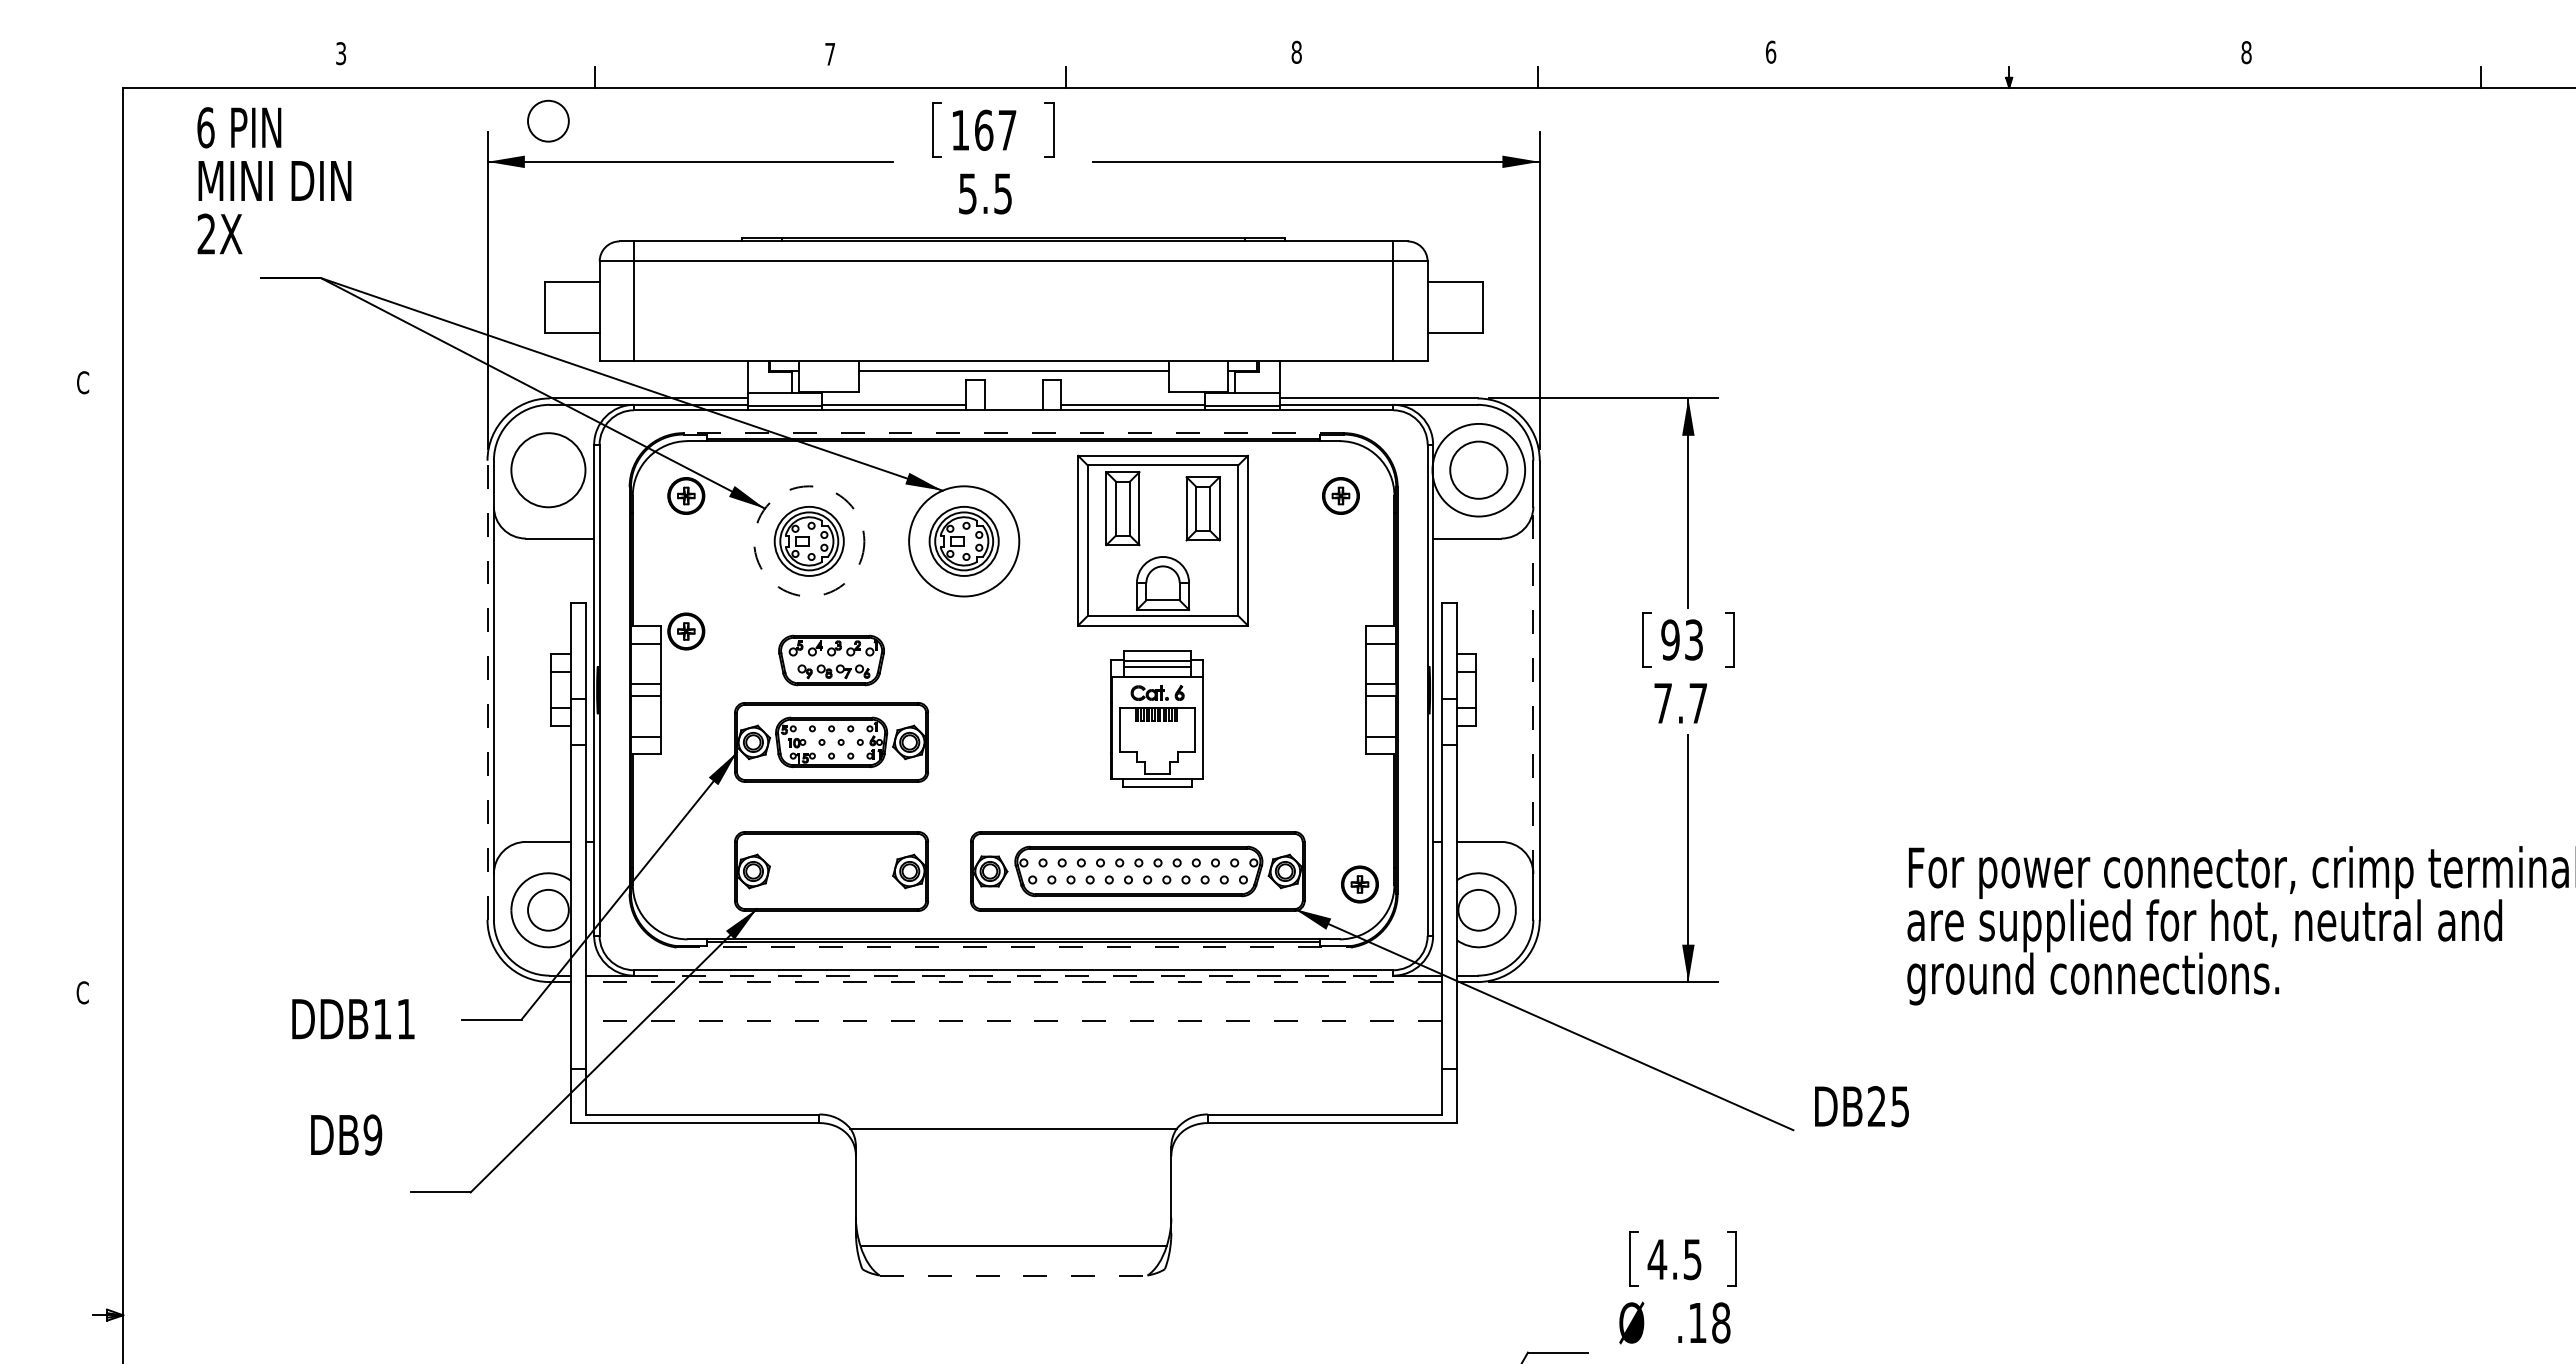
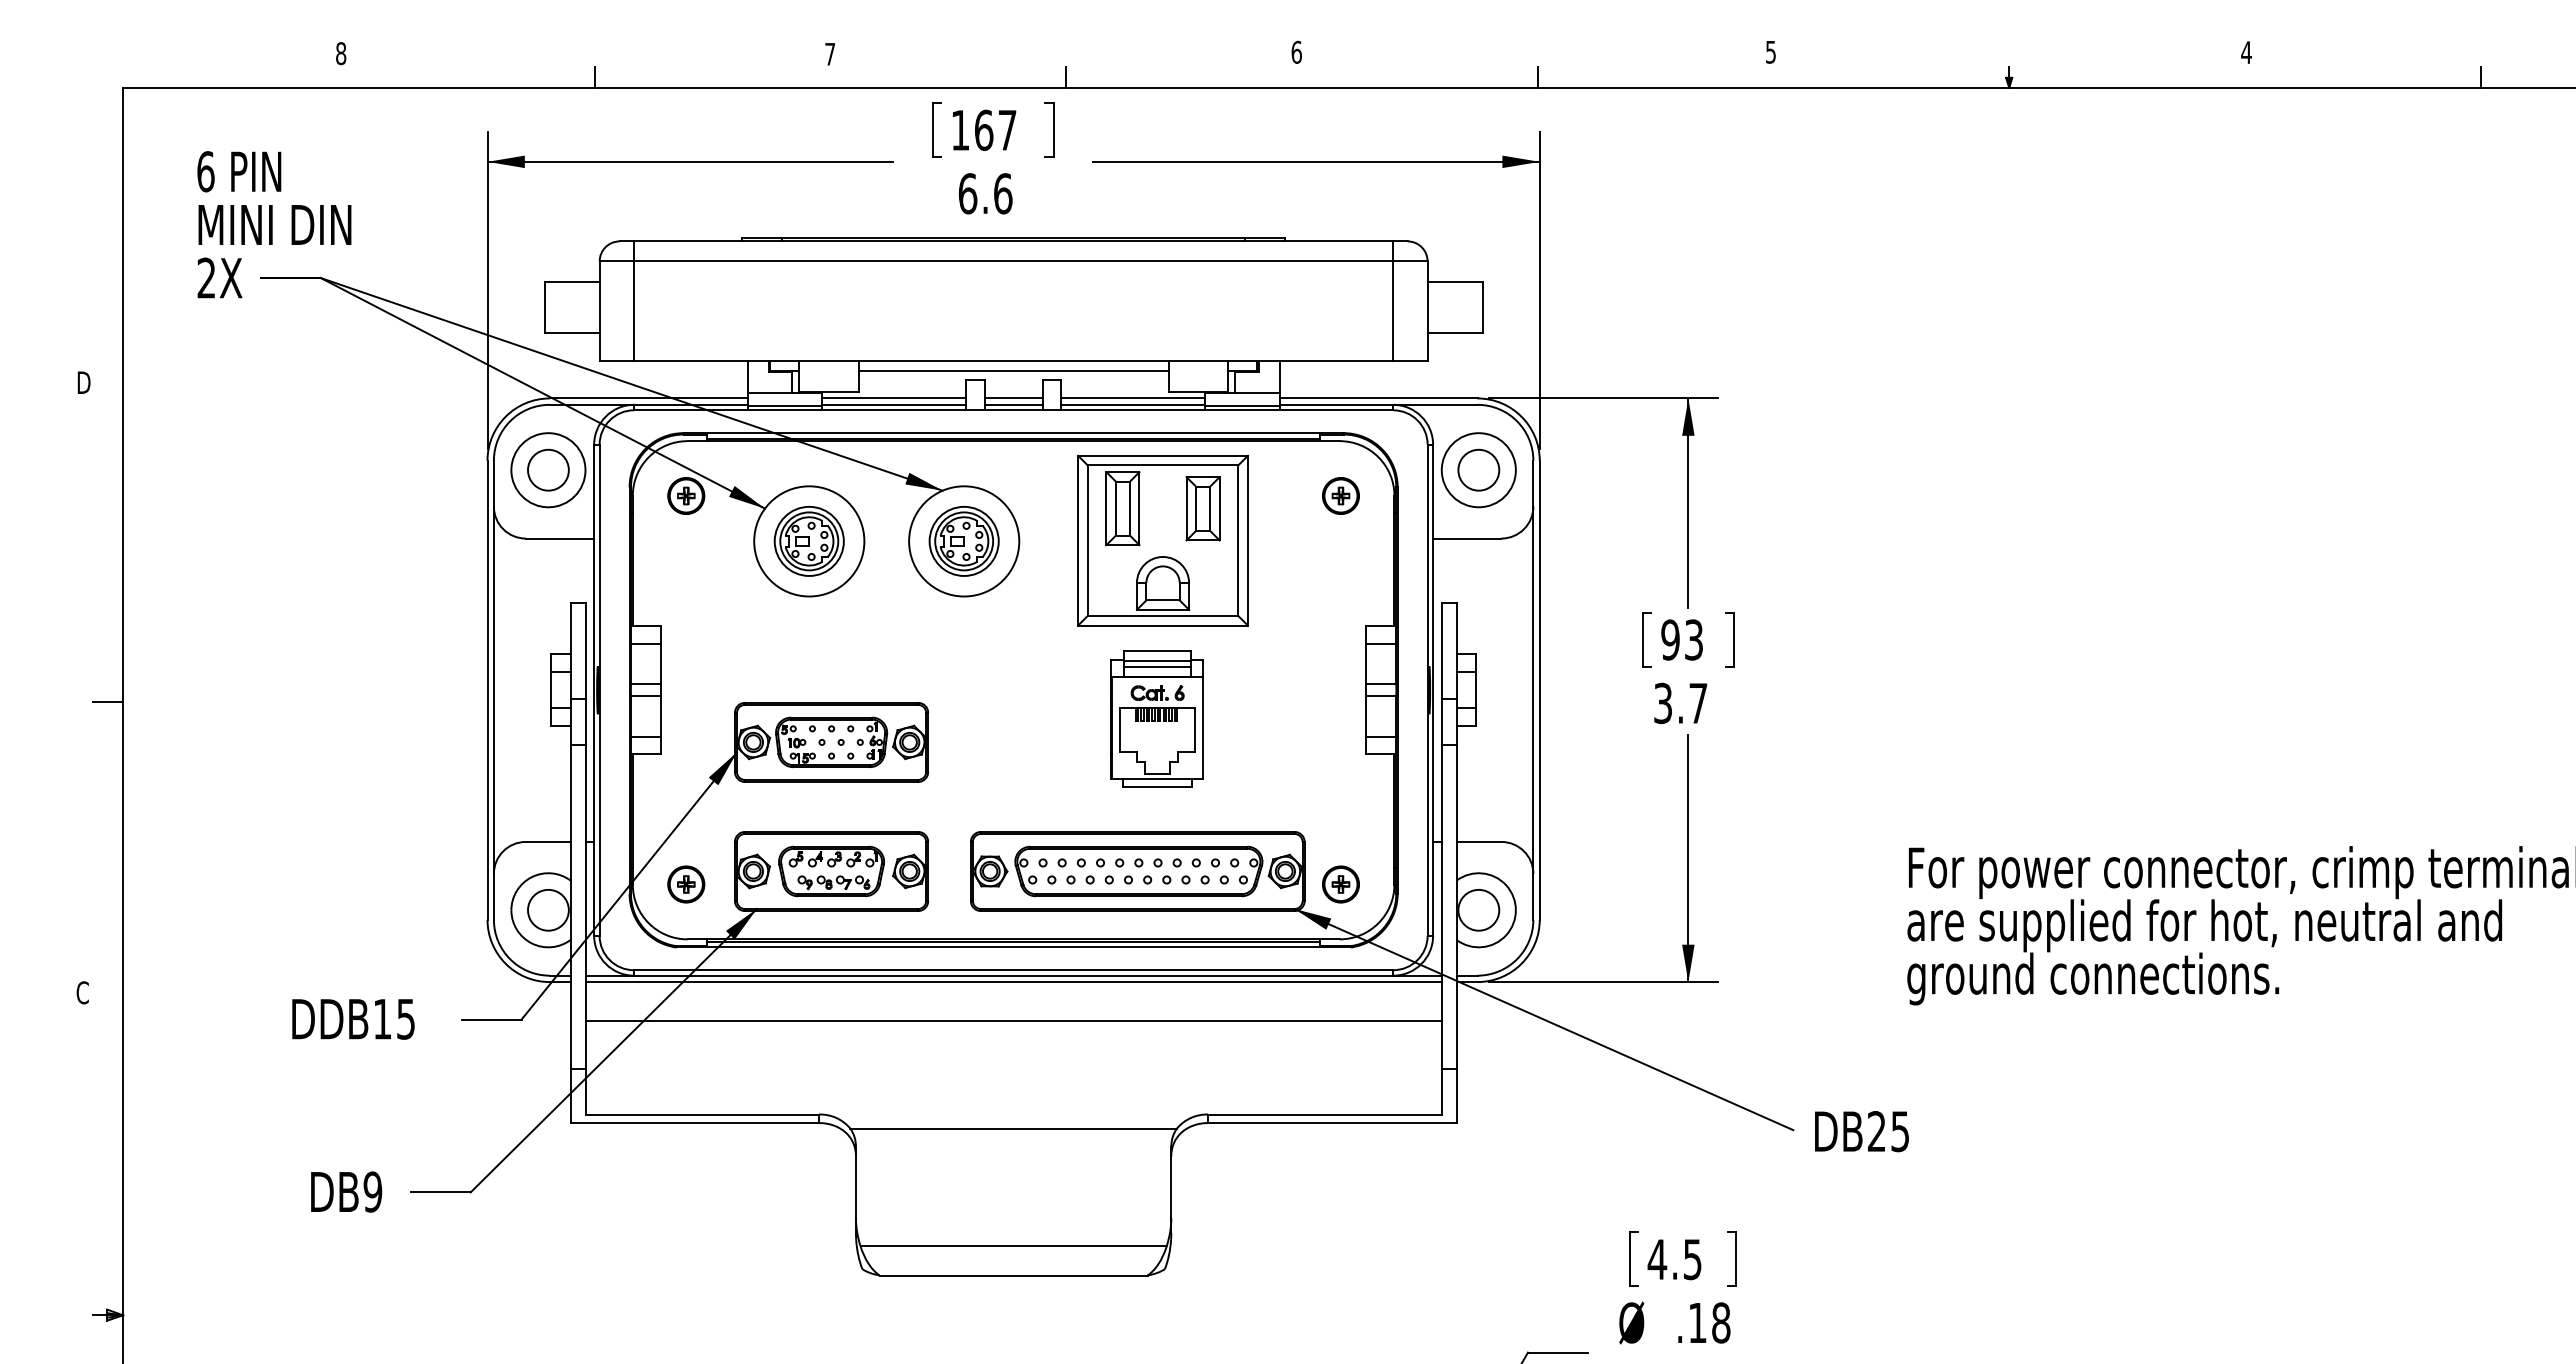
text at (1296, 51): 8 -> 6
text at (1770, 51): 6 -> 5
text at (2246, 52): 8 -> 4
text at (341, 53): 3 -> 8
circle at (548, 120) position: (548, 120) -> (548, 469)
text at (274, 180) position: (274, 180) -> (274, 224)
text at (985, 193): 5.5 -> 6.6
text at (83, 382): C -> D
line at (893, 398): none -> present
line at (1013, 398): none -> present
line at (1133, 398): none -> present
line at (1013, 404): none -> present
line at (1013, 433): dashed -> solid
circle at (1478, 469) diameter: 57 px -> 41 px
circle at (1478, 469) diameter: 93 px -> 74 px
circle at (809, 541): dashed -> solid
part at (686, 631) position: (686, 631) -> (686, 884)
part at (831, 660) position: (831, 660) -> (831, 871)
line at (487, 690): dashed -> solid
line at (1533, 690): dashed -> solid
line at (108, 701): none -> present
text at (1662, 703): 7.7 -> 3.7
part at (1359, 884) position: (1359, 884) -> (1340, 884)
line at (1014, 947): dashed -> solid
line at (1013, 975): dashed -> solid
line at (1013, 982): dashed -> solid
text at (405, 1019): DDB11 -> DDB15
line at (1013, 1020): dashed -> solid
text at (1861, 1106) position: (1861, 1106) -> (1861, 1131)
text at (346, 1134) position: (346, 1134) -> (346, 1191)
line at (1013, 1275): dashed -> solid
